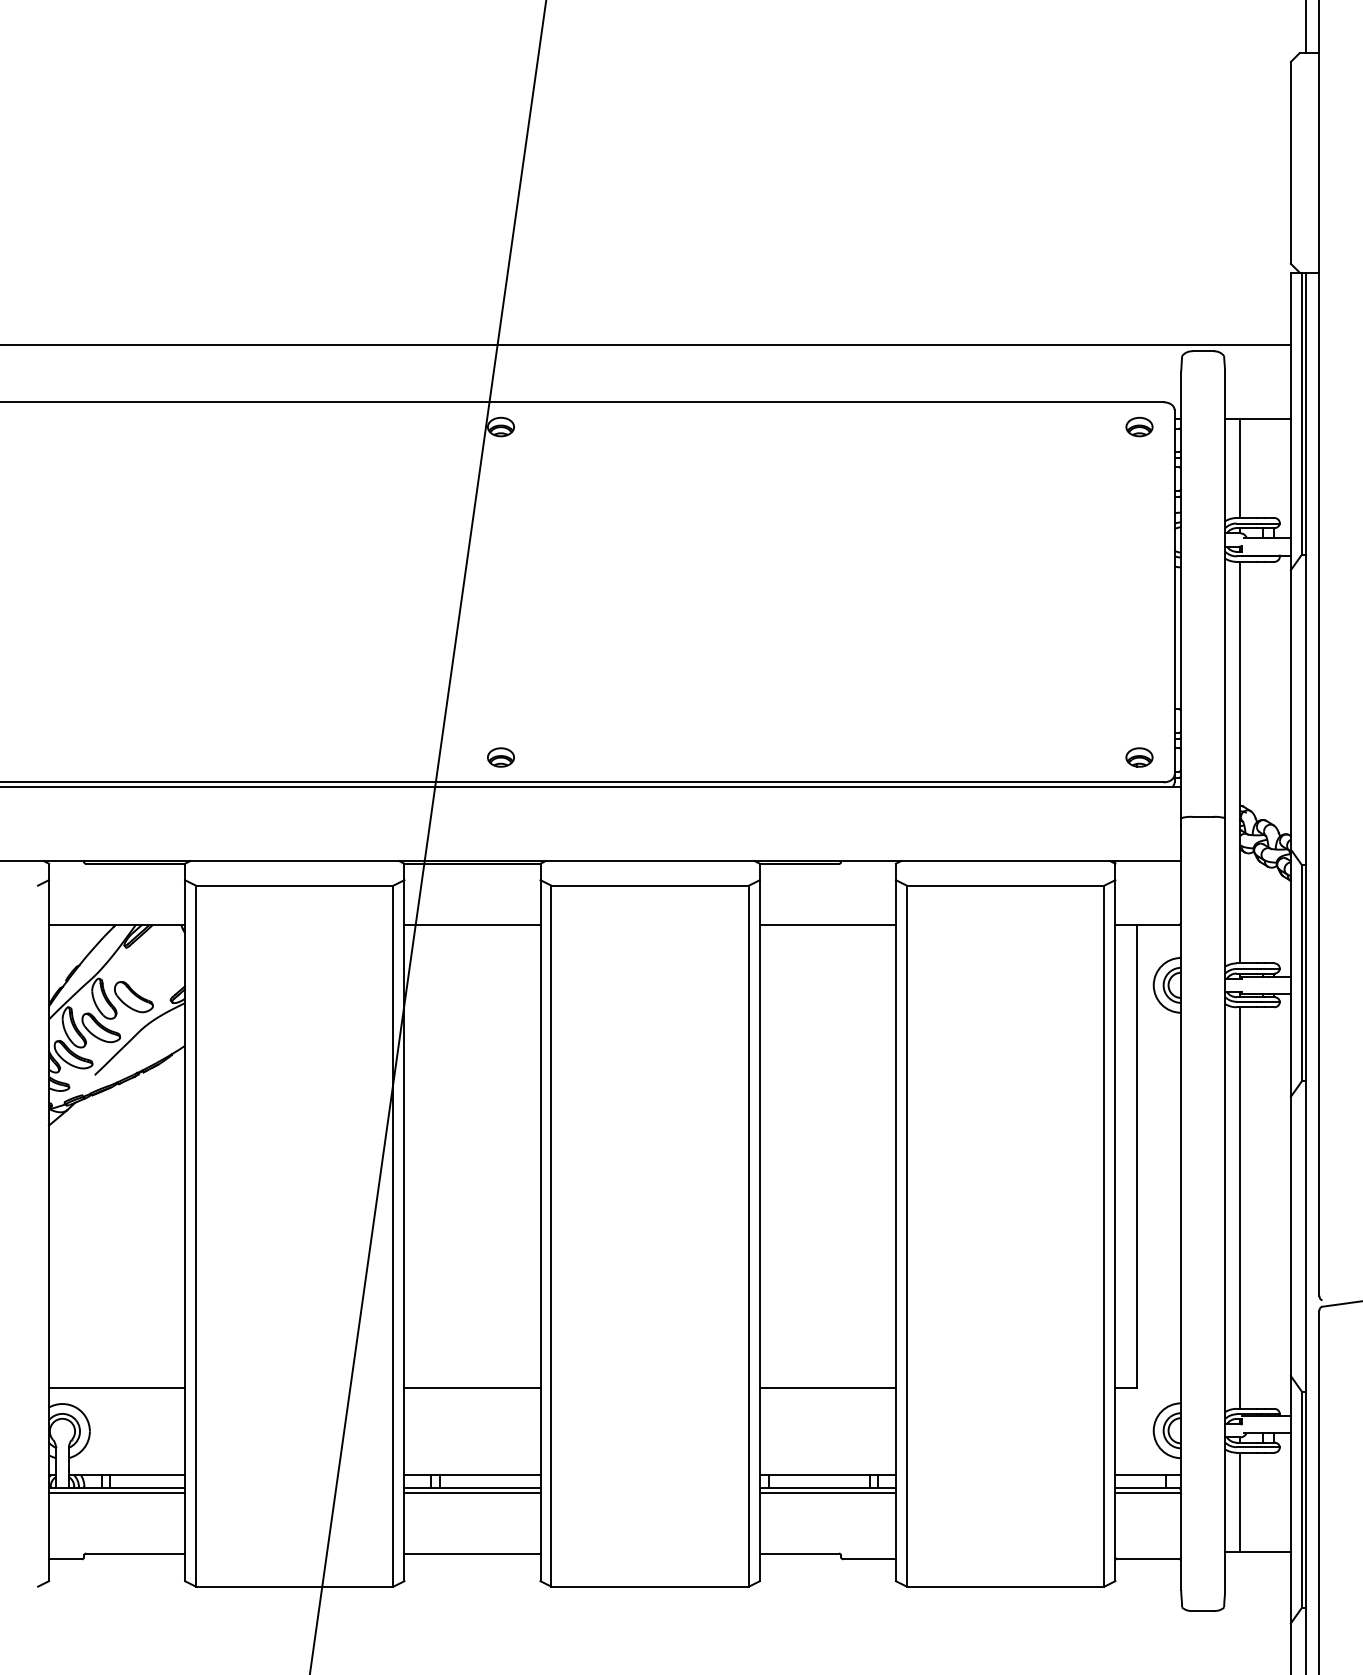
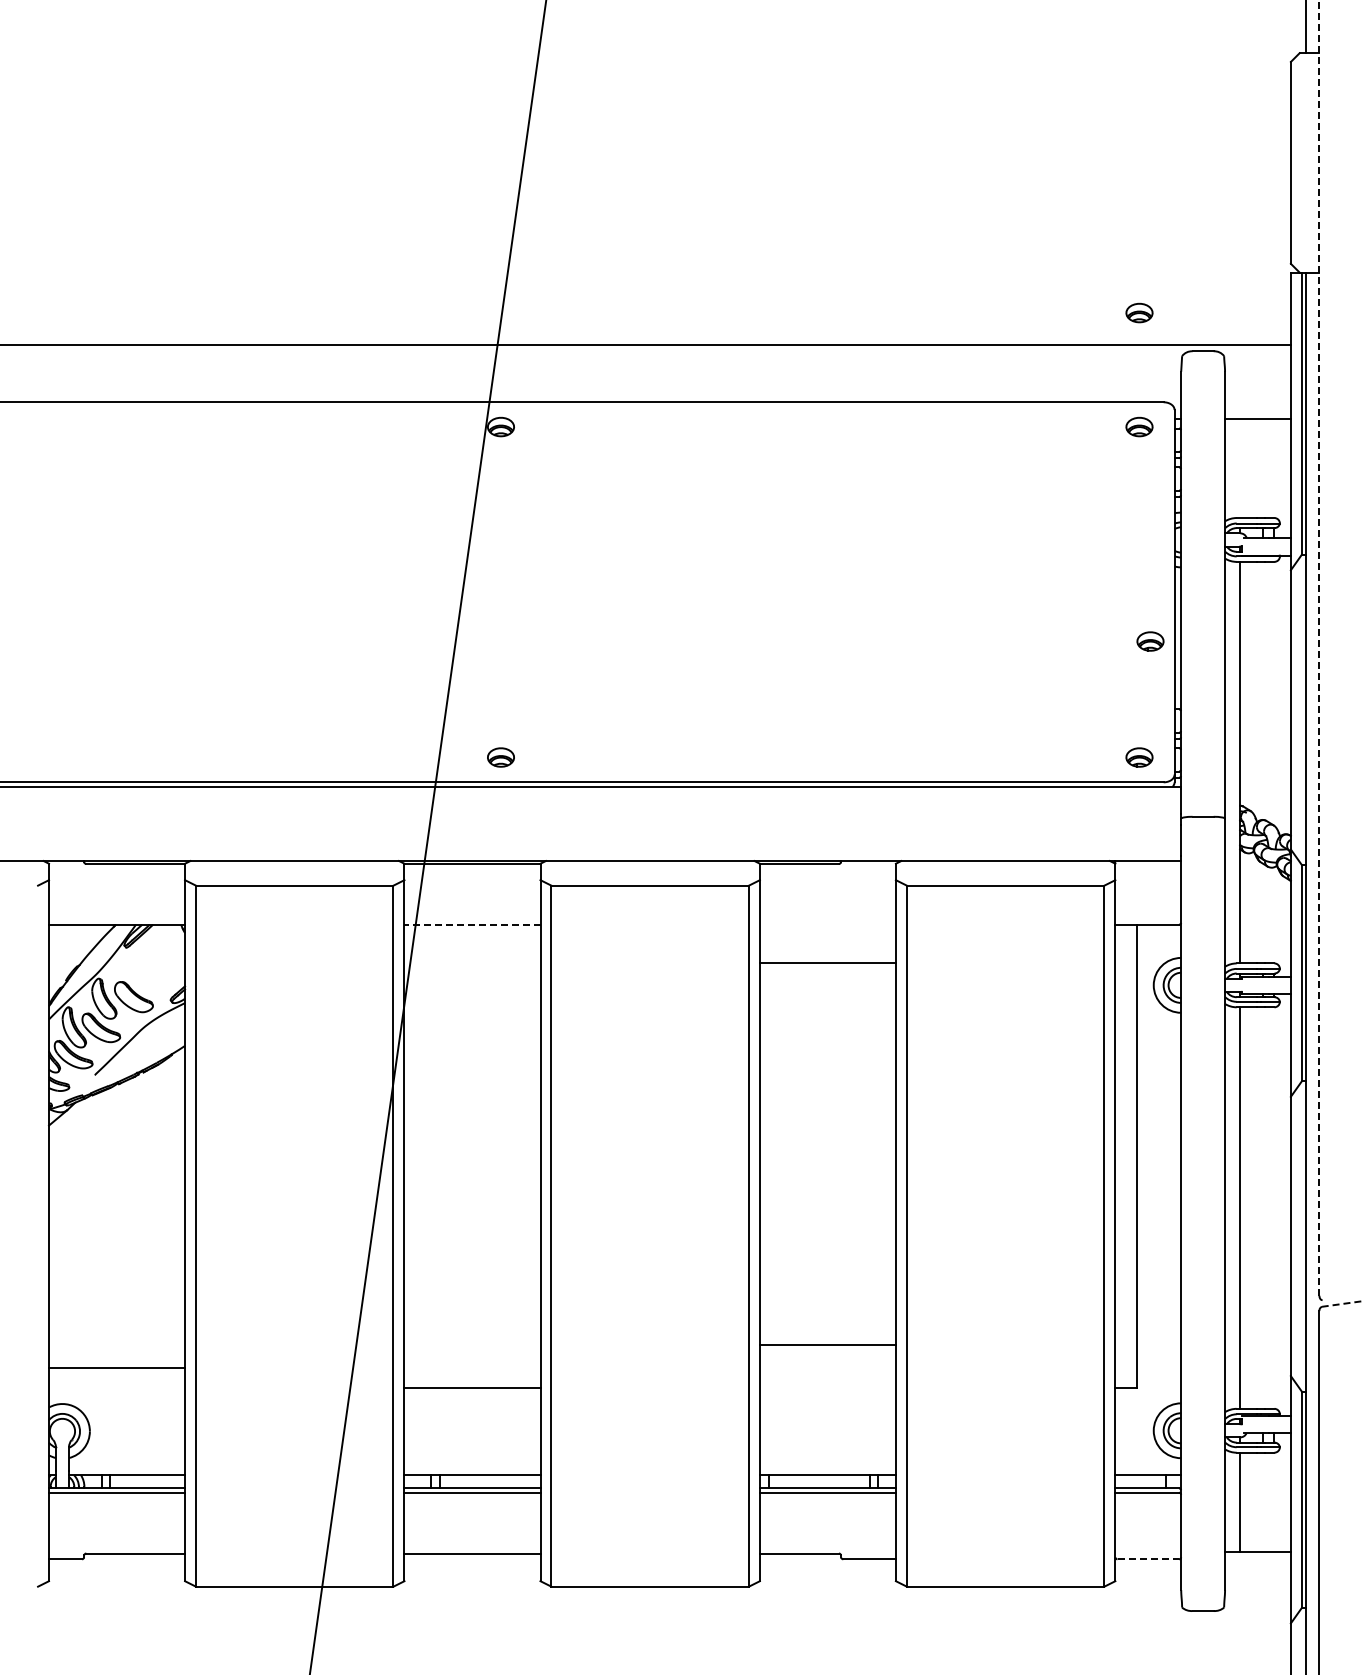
part at (1139, 312): none -> present
line at (1240, 468): present -> none
part at (1150, 641): none -> present
line at (1319, 648): solid -> dashed
line at (471, 924): solid -> dashed
line at (827, 924) position: (827, 924) -> (827, 962)
line at (1341, 1304): solid -> dashed
line at (117, 1387) position: (117, 1387) -> (117, 1367)
line at (827, 1387) position: (827, 1387) -> (827, 1344)
line at (1148, 1559): solid -> dashed
